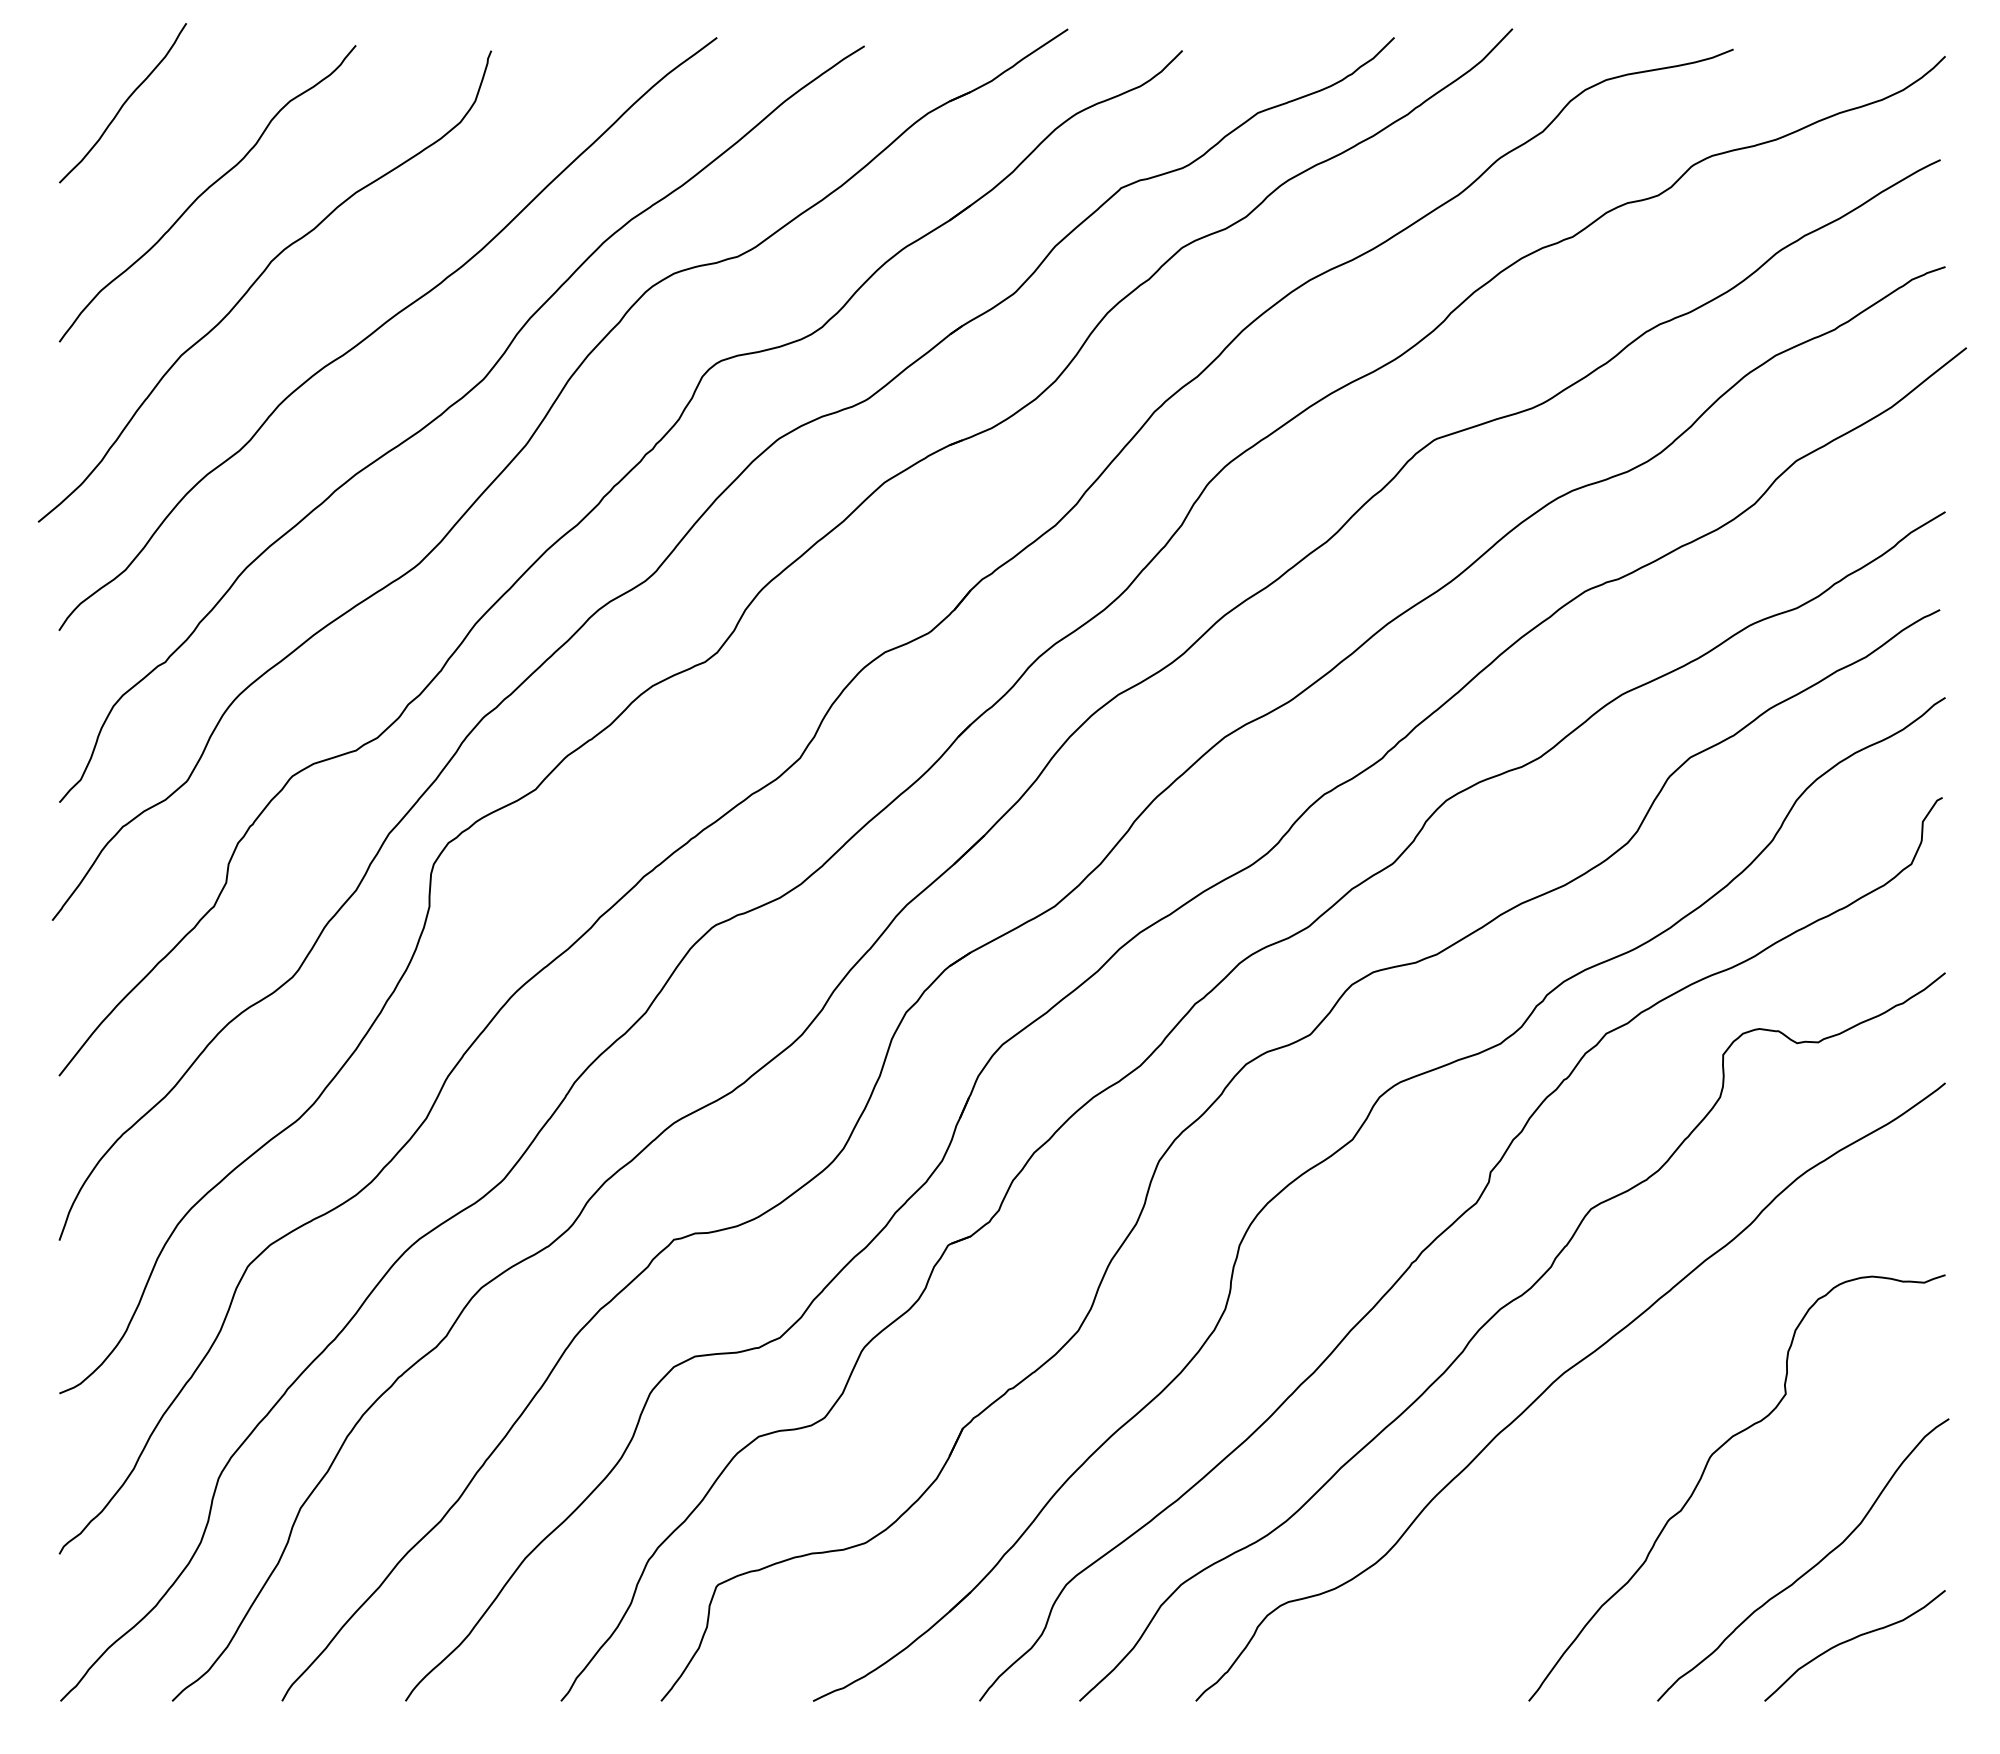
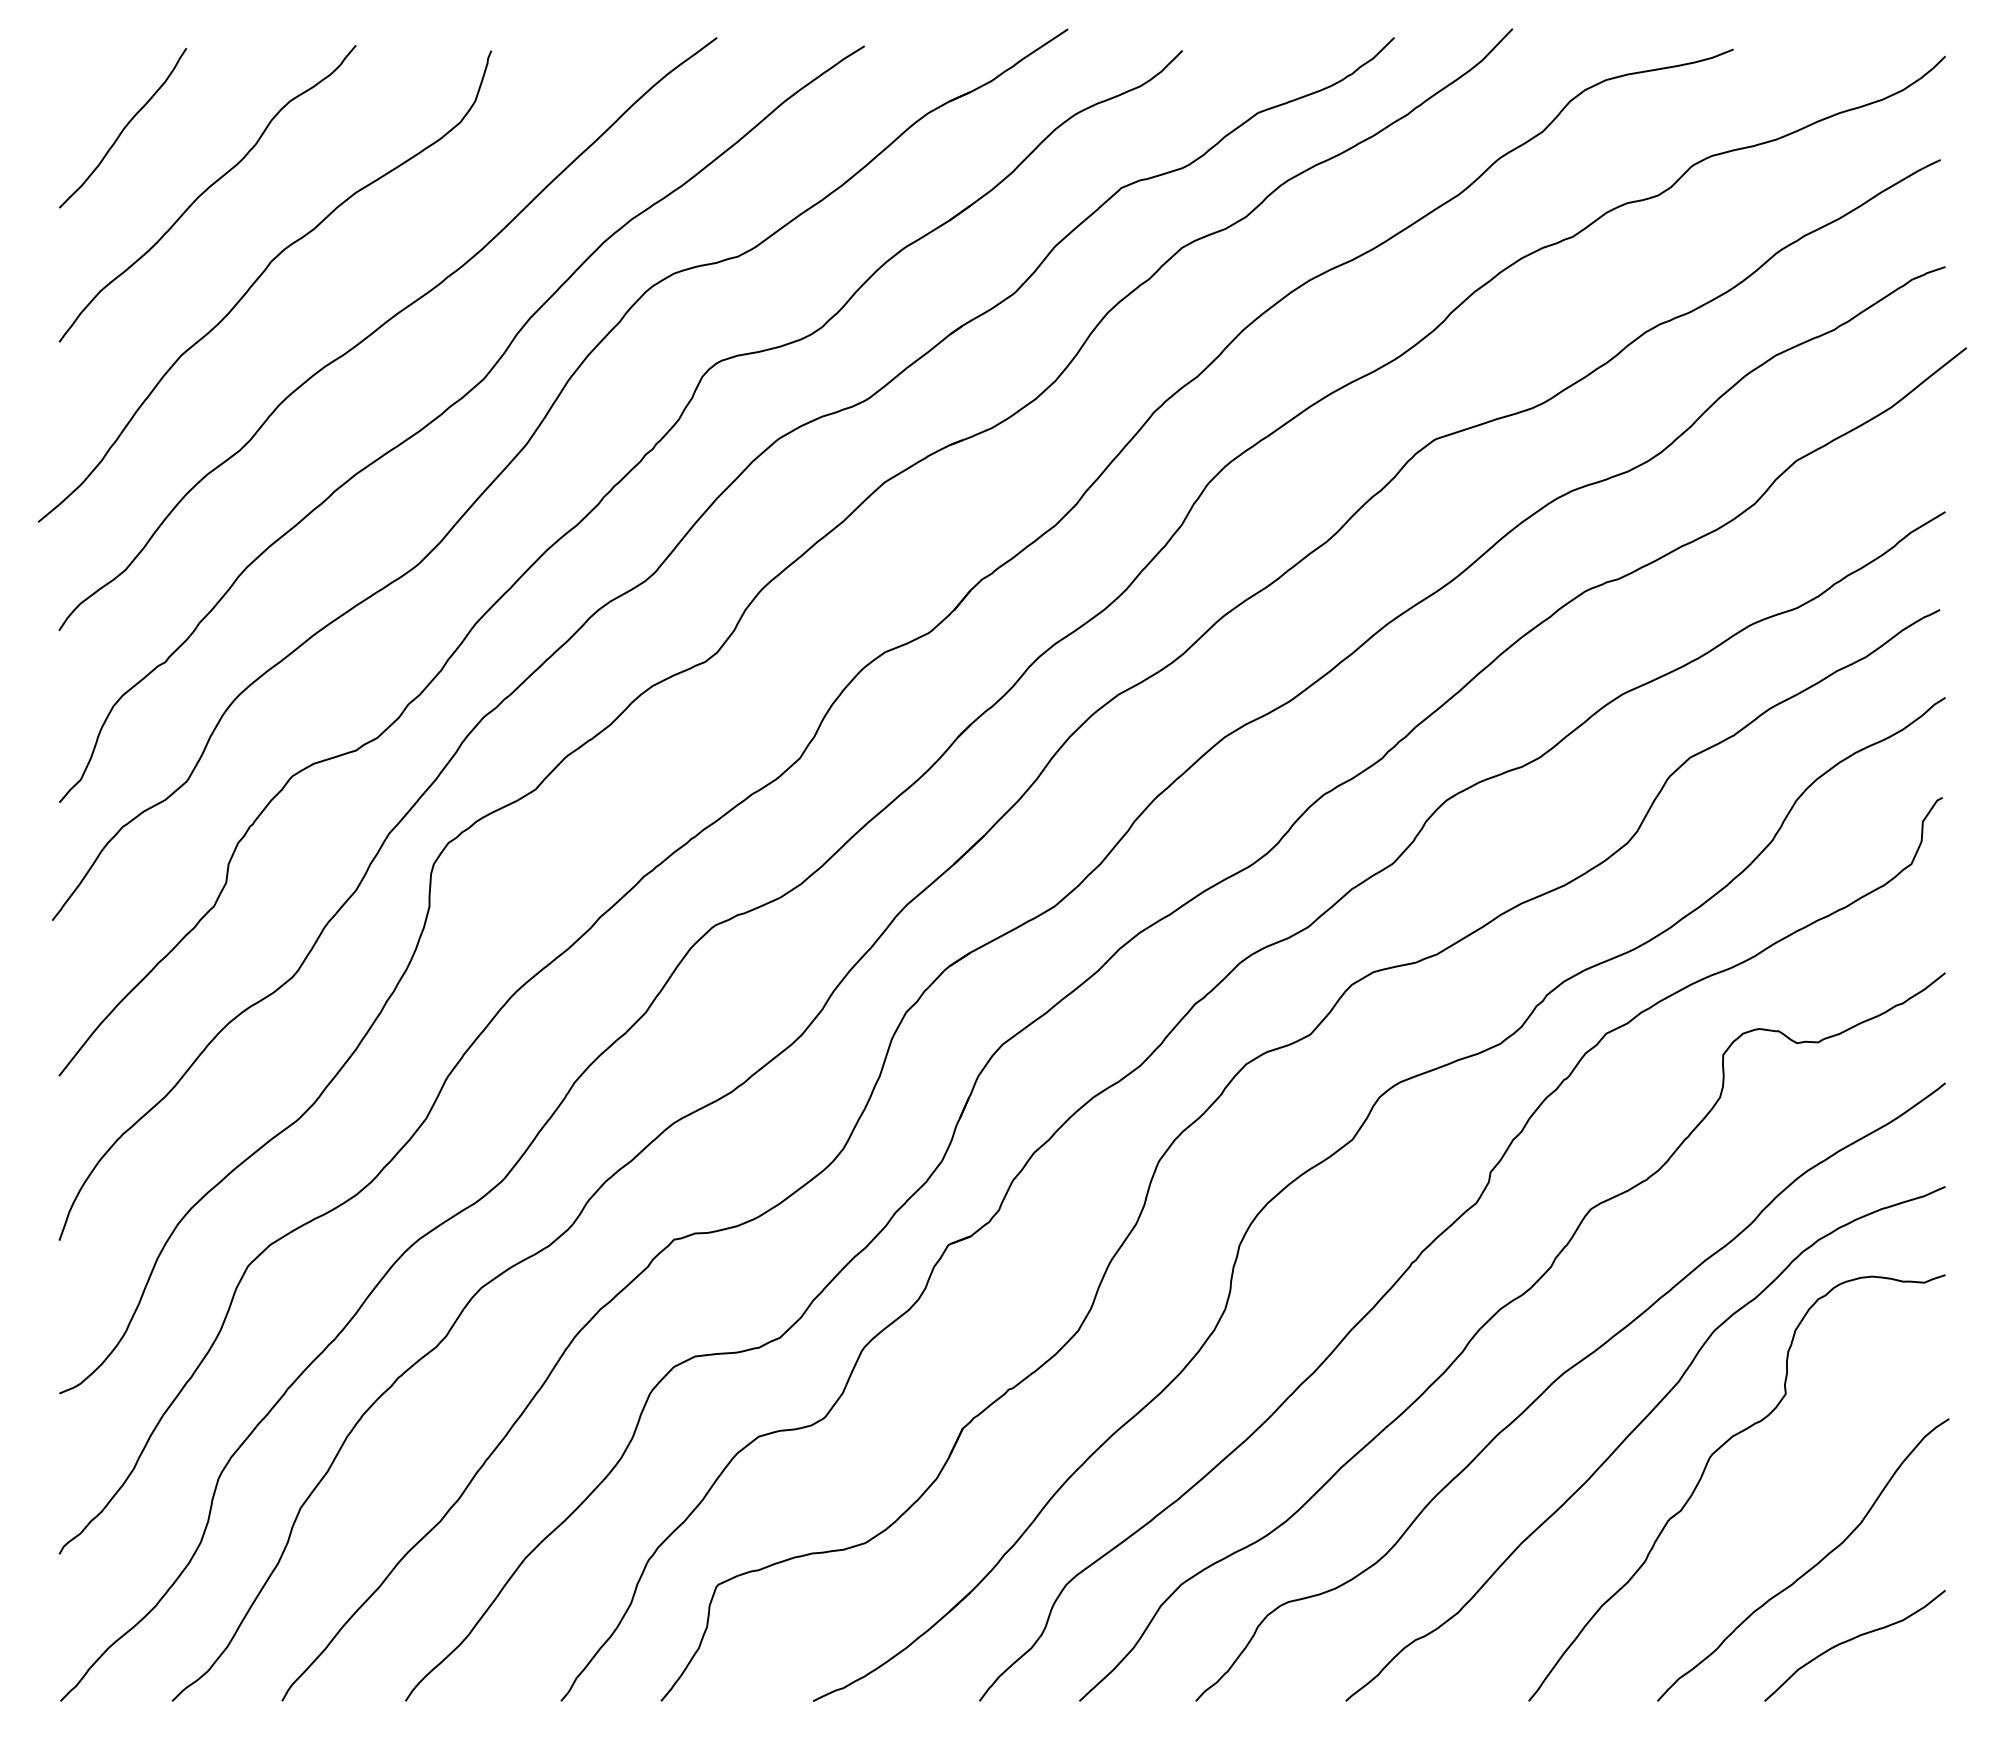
curve at (123, 103) position: (123, 103) -> (123, 128)
curve at (1633, 1431): none -> present
